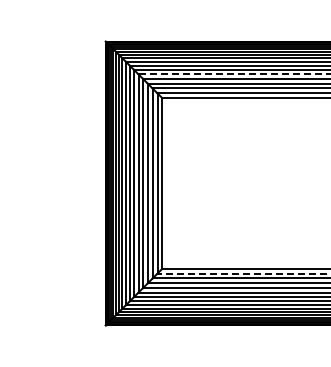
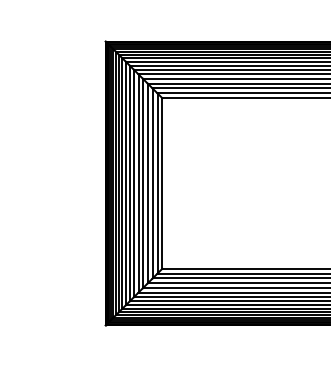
line at (235, 74): dashed -> solid
line at (244, 273): dashed -> solid
